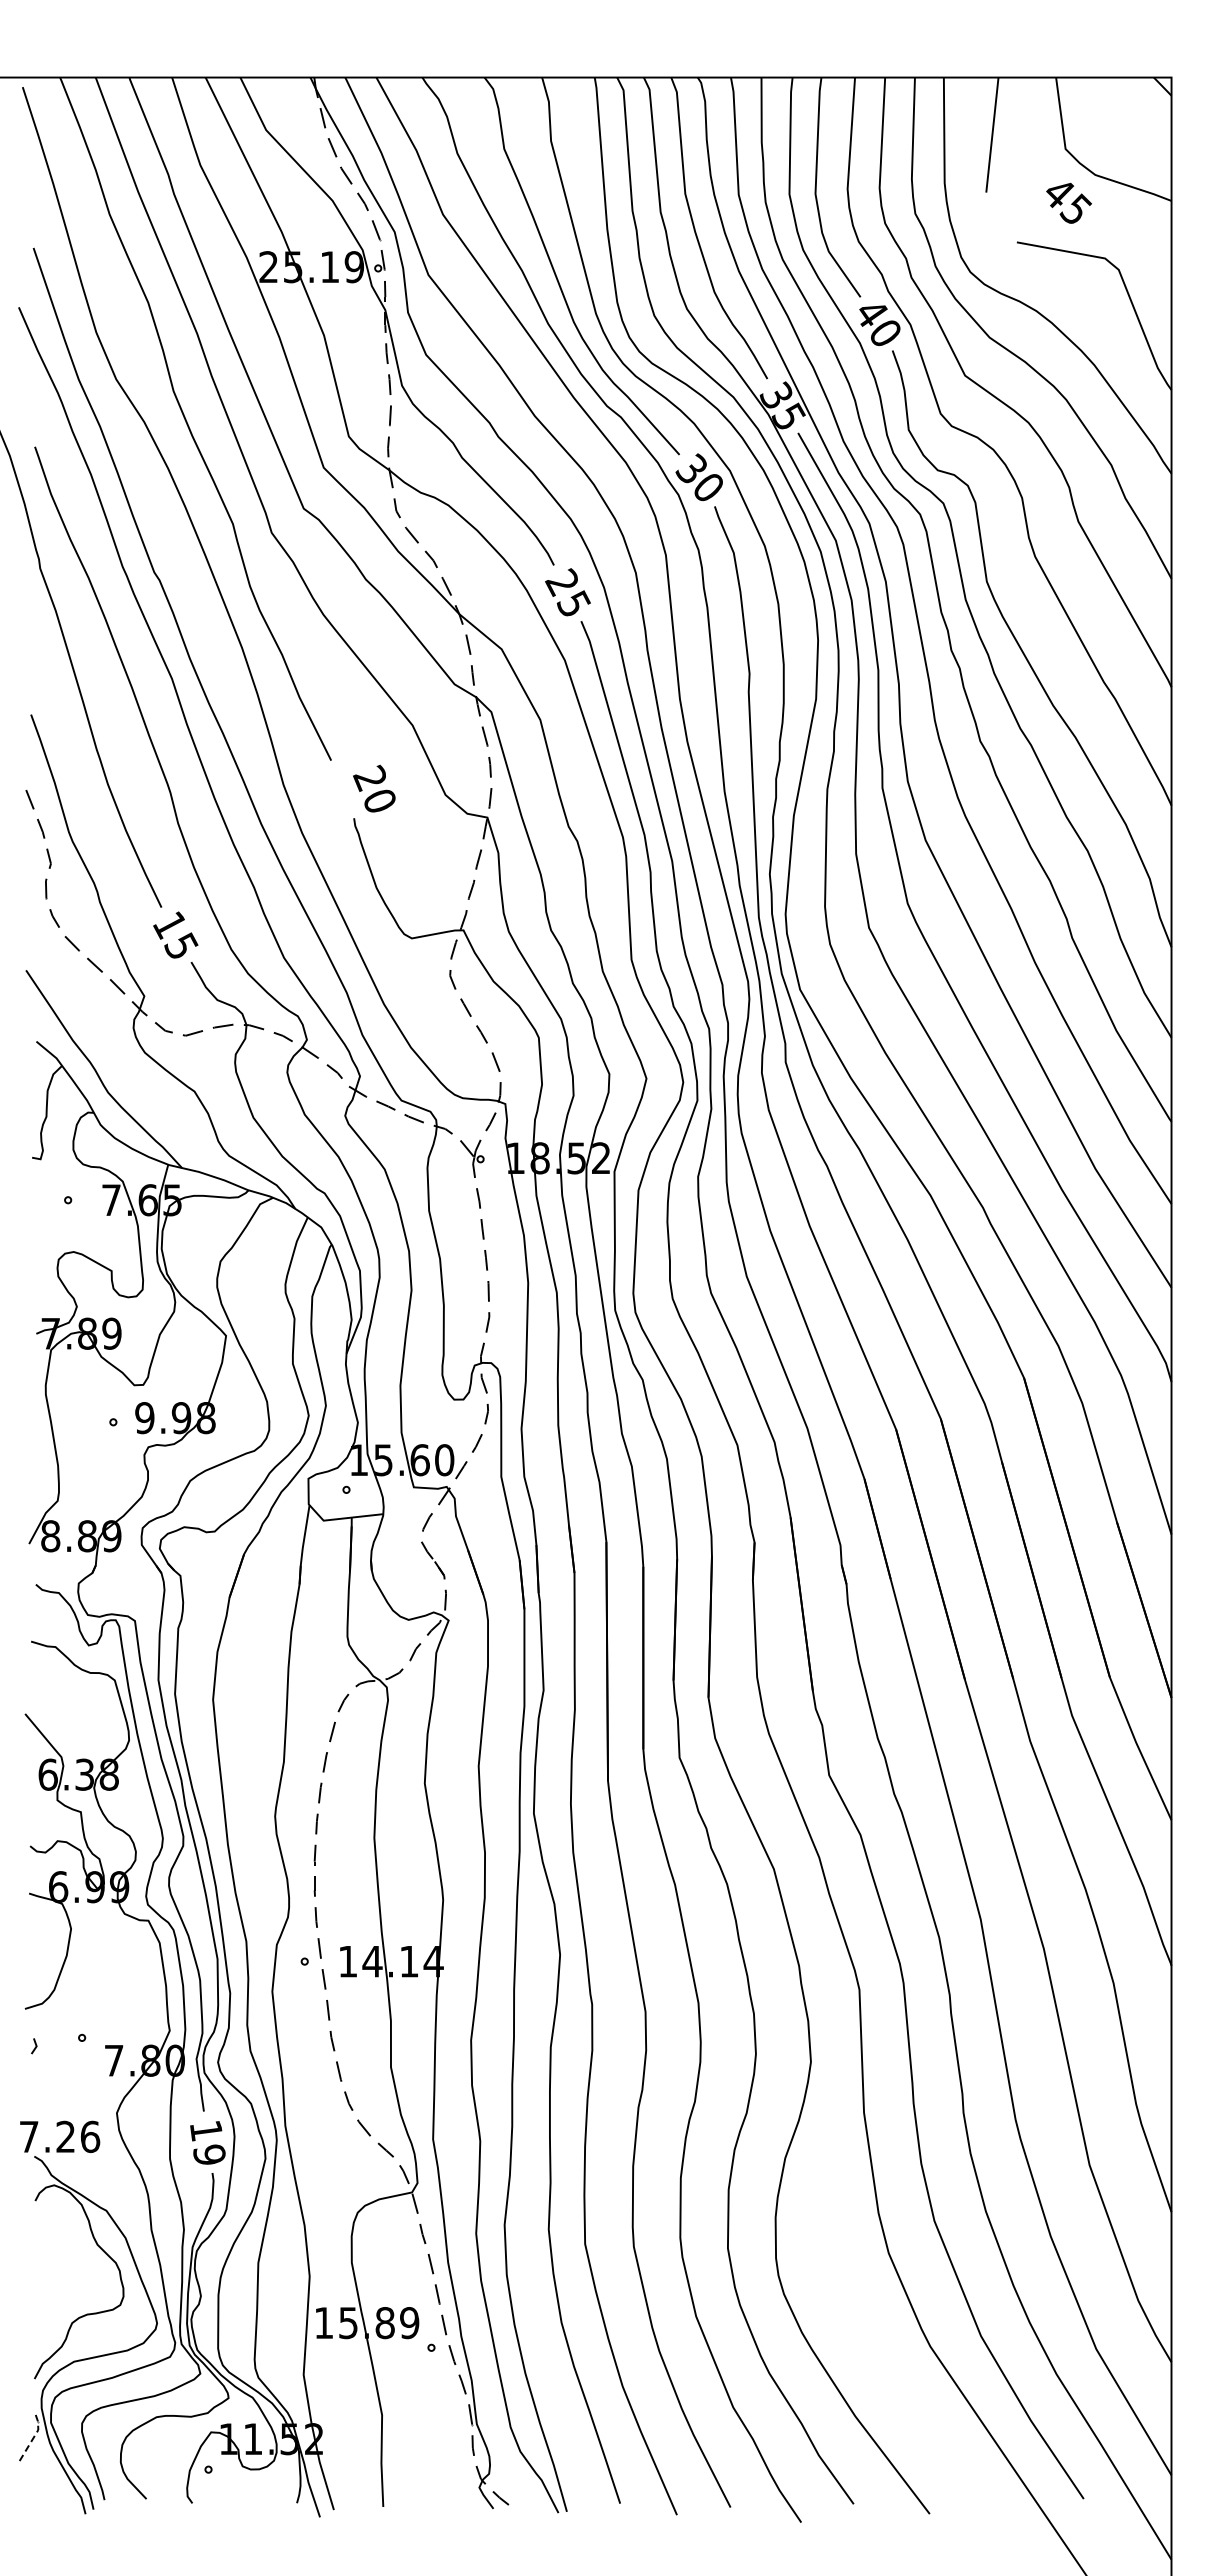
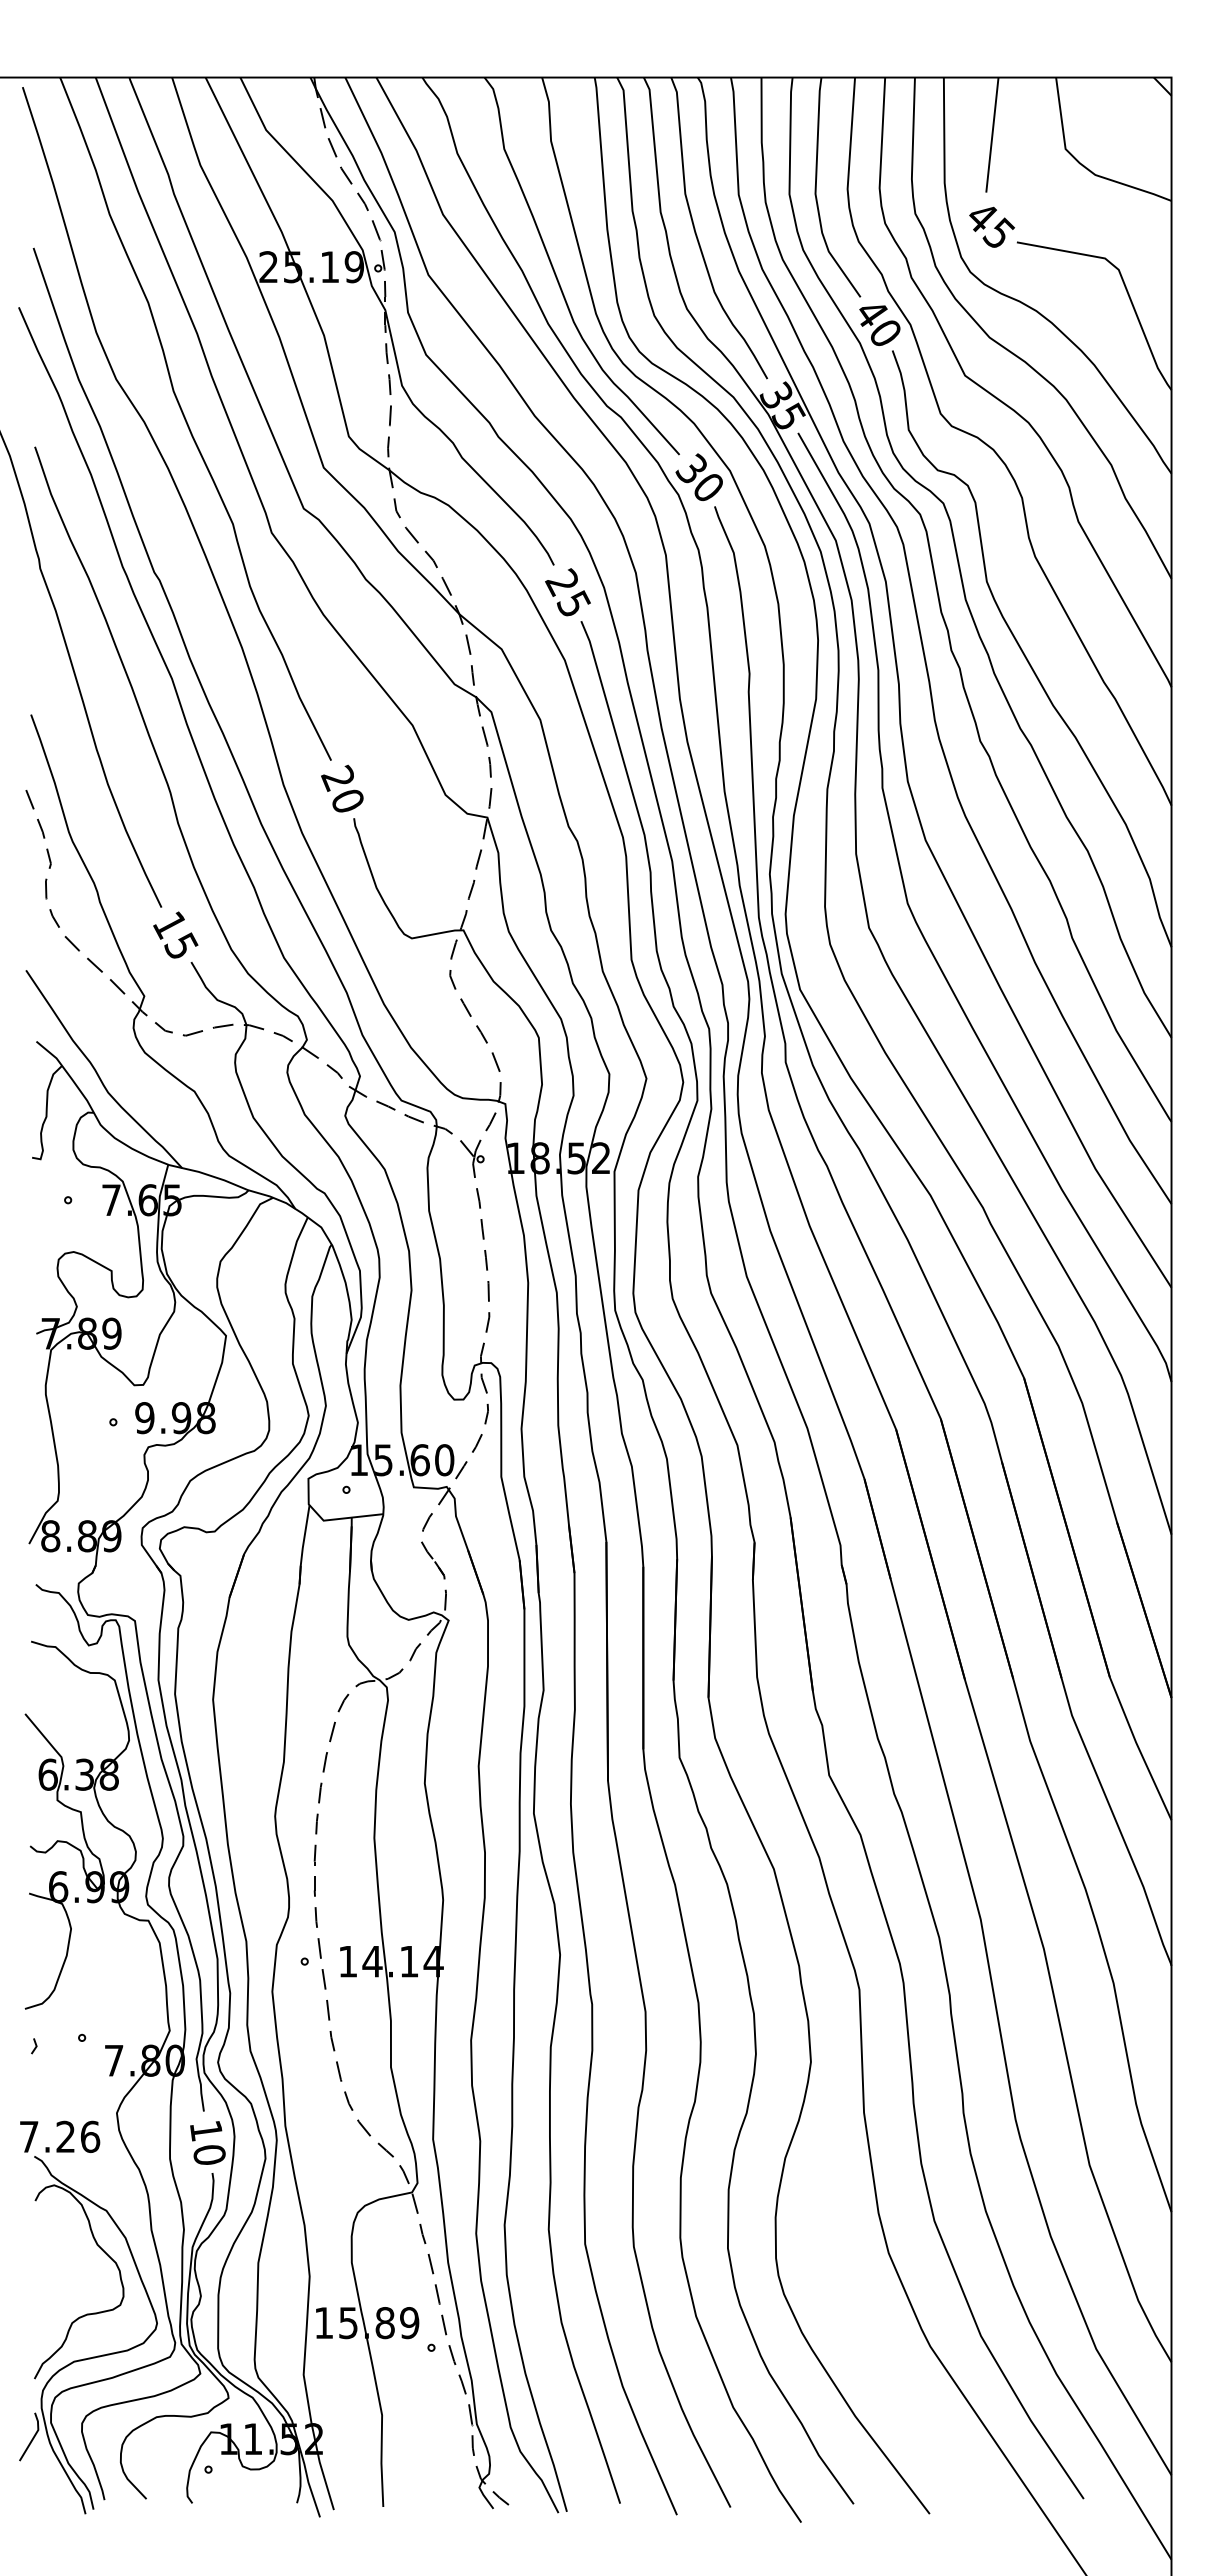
text at (1068, 202) position: (1068, 202) -> (991, 226)
text at (374, 788) position: (374, 788) -> (342, 788)
text at (209, 2154): 19 -> 10
line at (34, 2436): dashed -> solid
